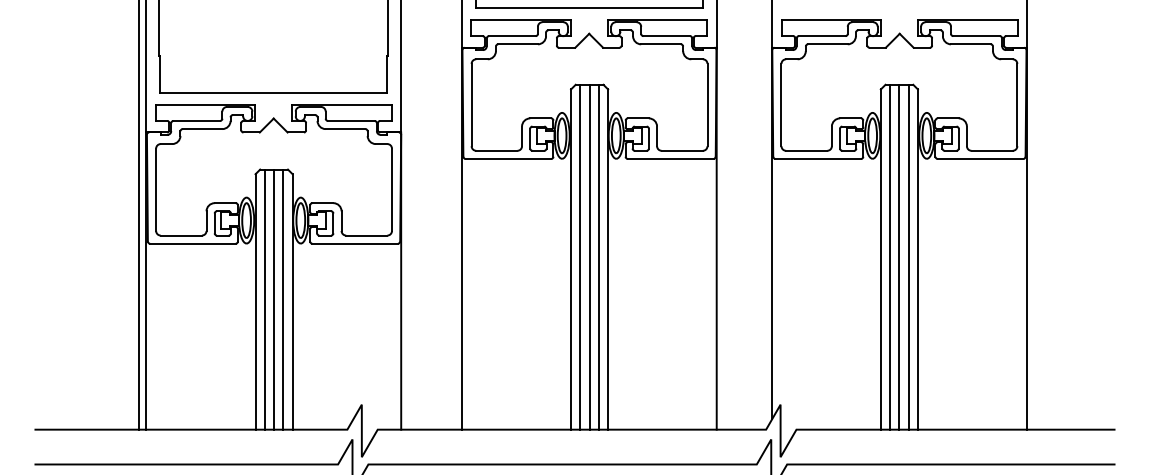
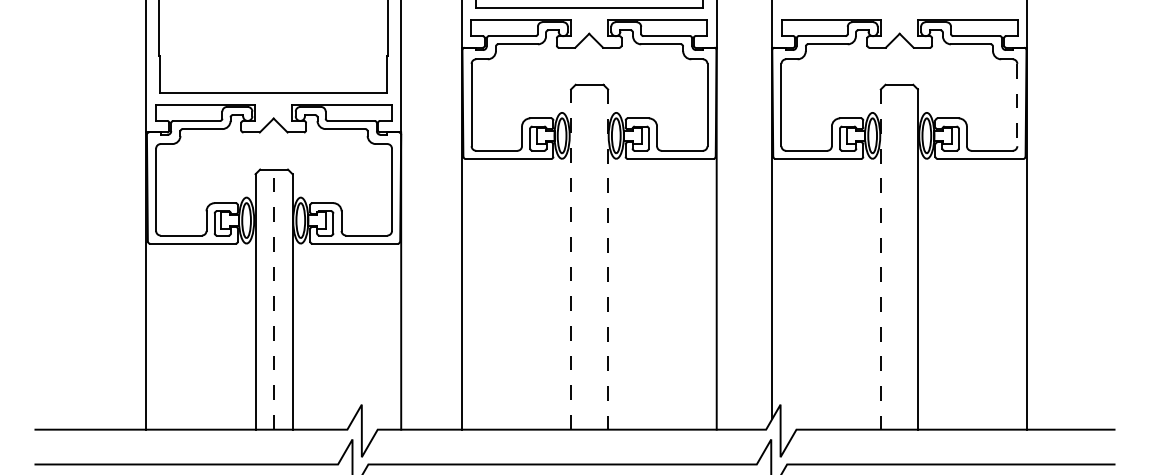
line at (1017, 105): solid -> dashed
line at (139, 215): present -> none
line at (580, 256): present -> none
line at (589, 256): present -> none
line at (598, 256): present -> none
line at (890, 256): present -> none
line at (899, 256): present -> none
line at (908, 256): present -> none
line at (571, 259): solid -> dashed
line at (608, 260): solid -> dashed
line at (880, 260): solid -> dashed
line at (264, 299): present -> none
line at (274, 299): solid -> dashed
line at (283, 299): present -> none
